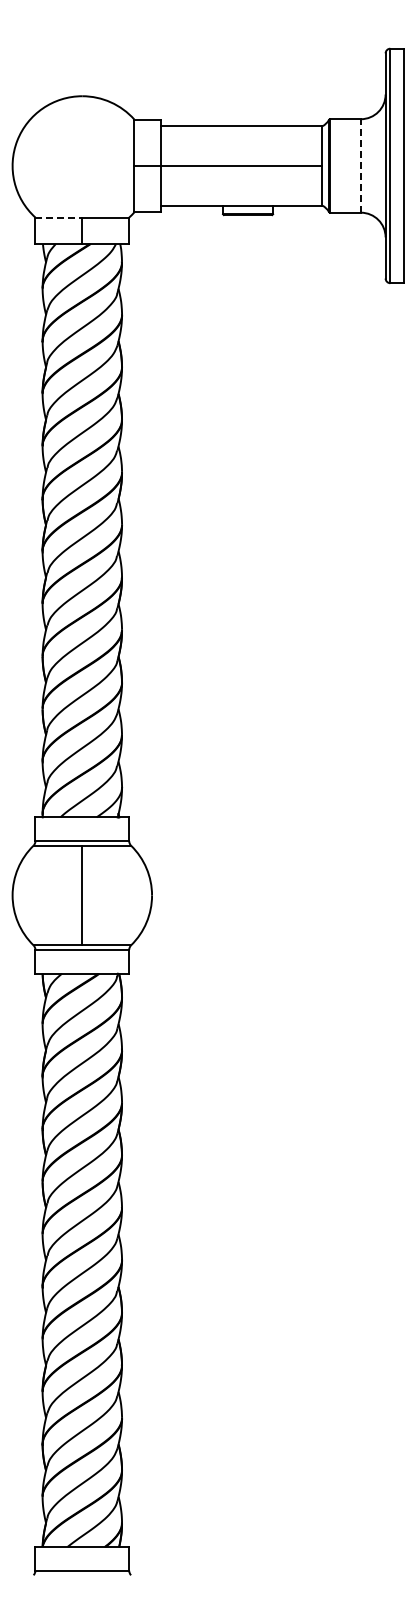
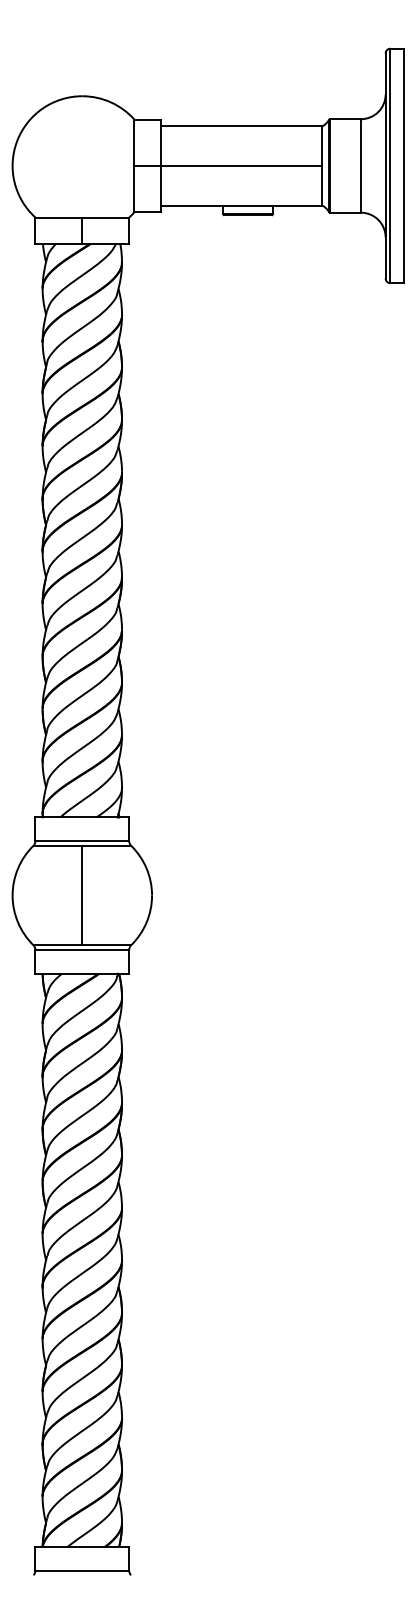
line at (360, 165): dashed -> solid
line at (59, 217): dashed -> solid
